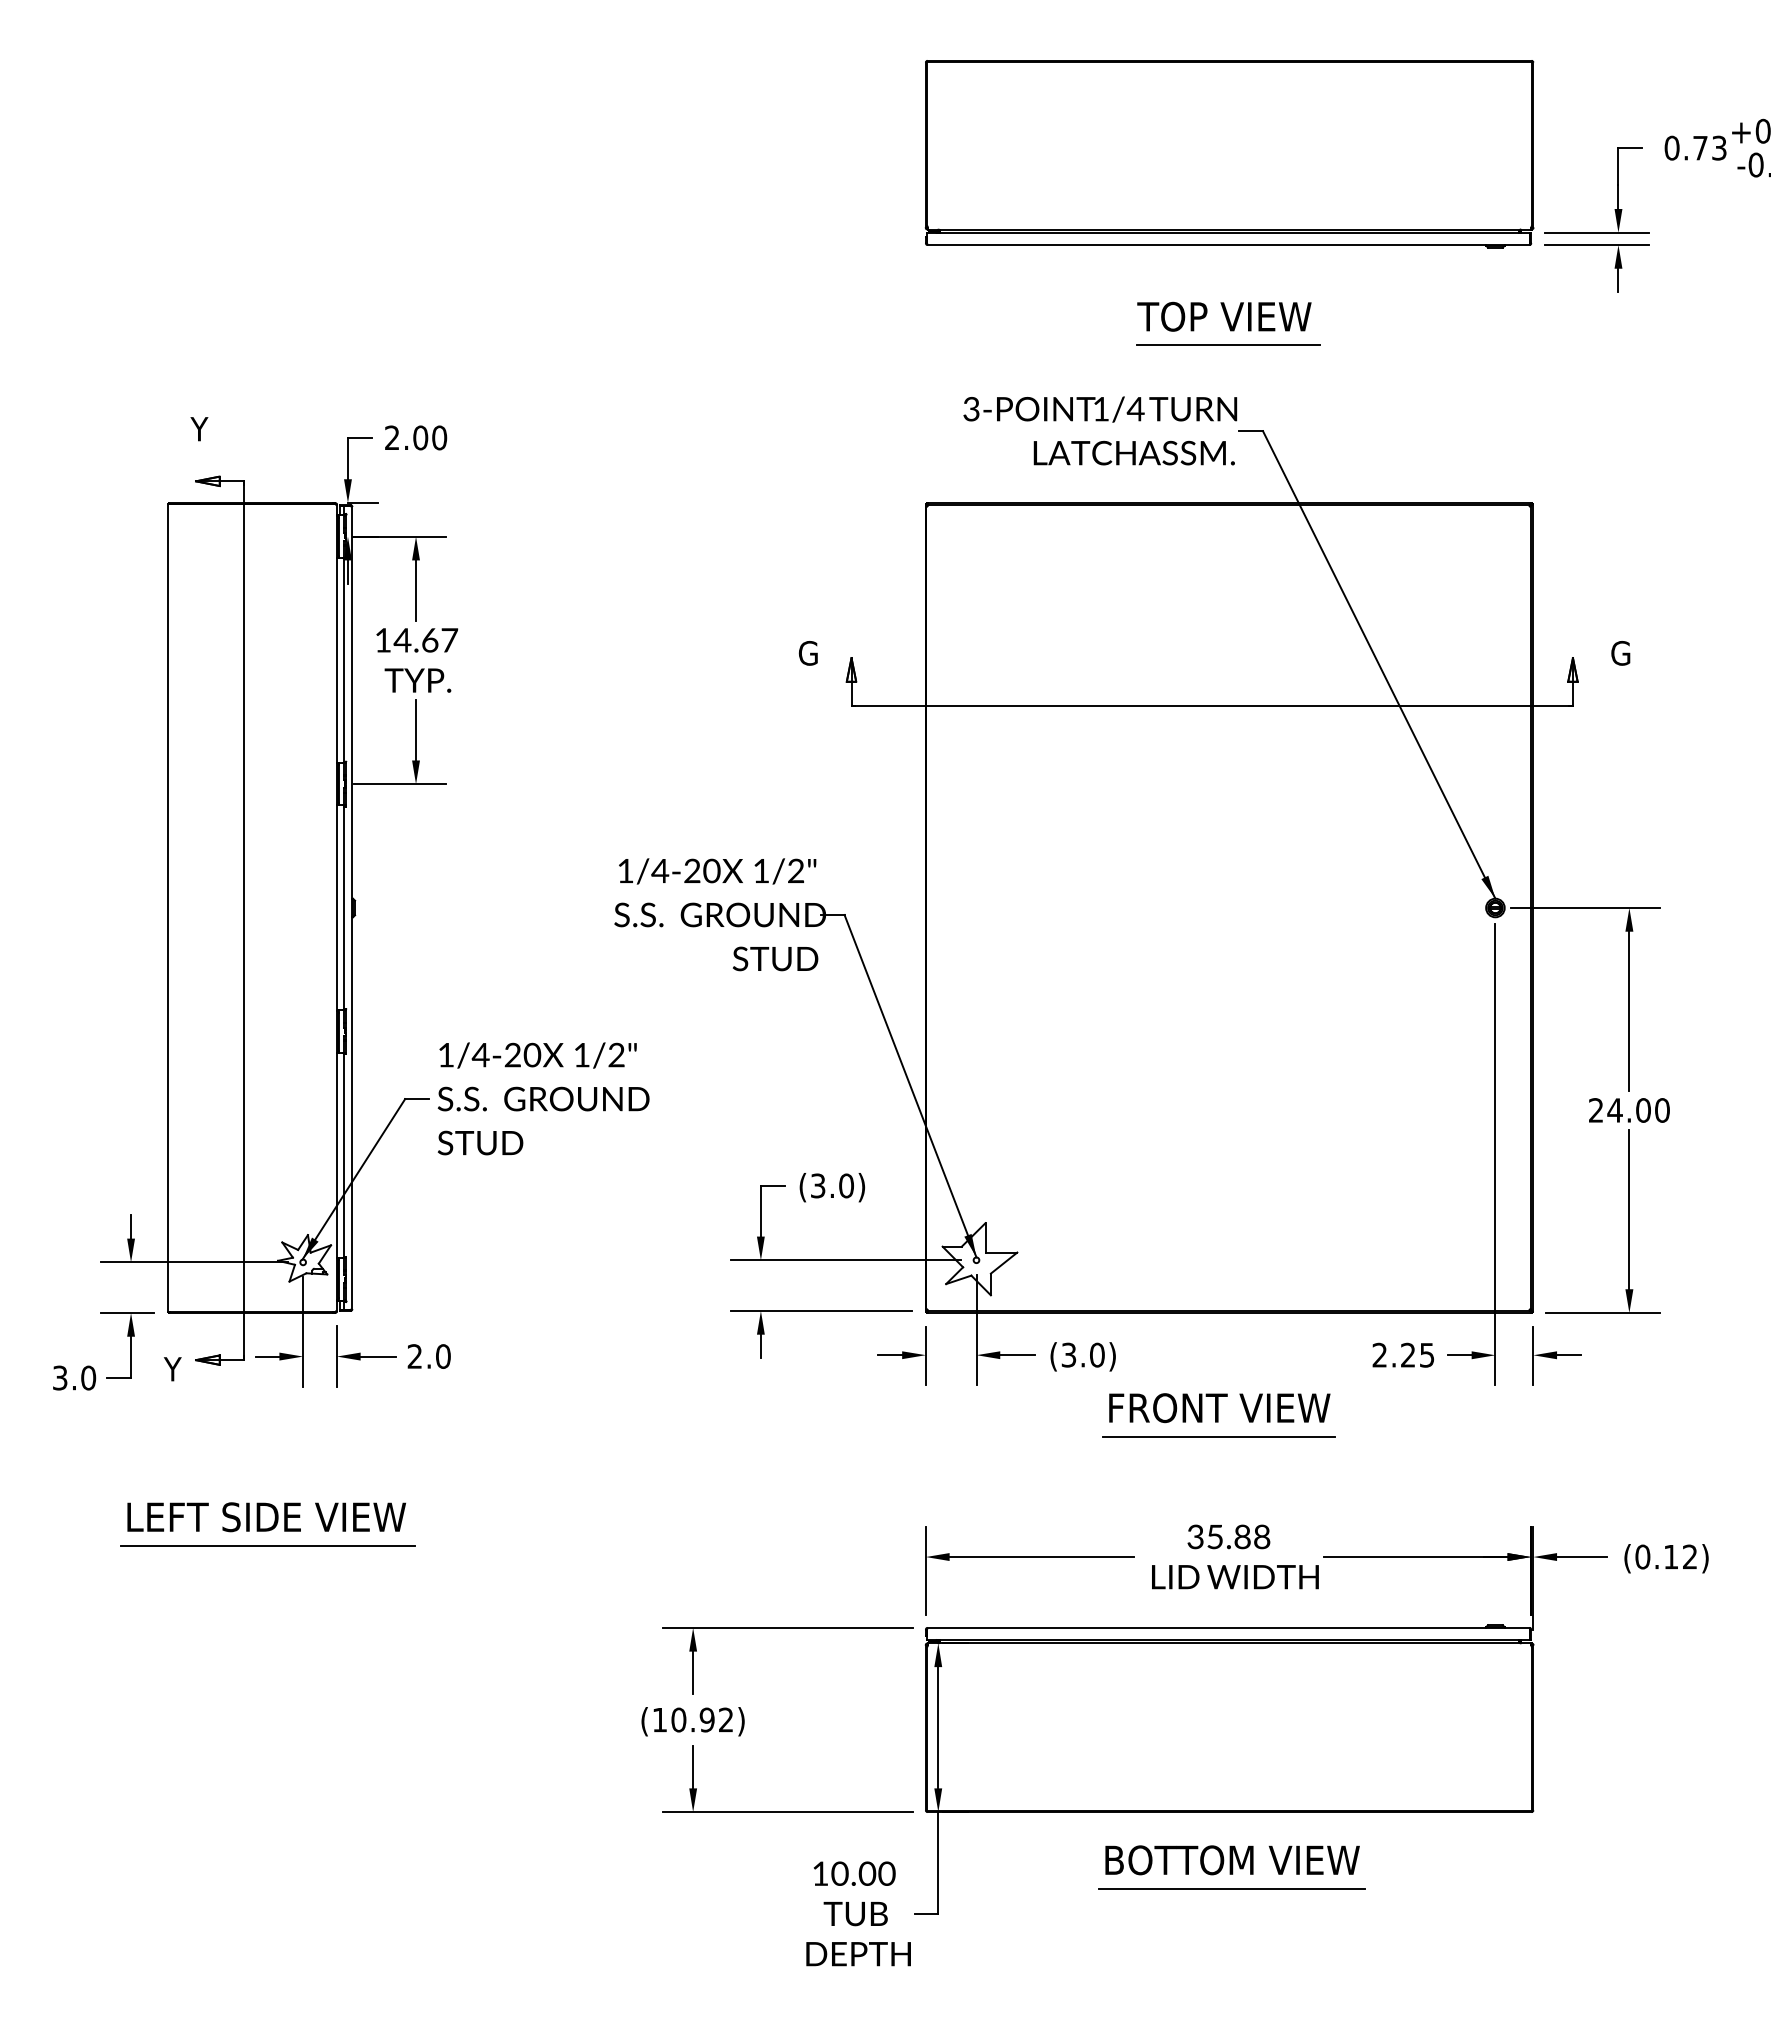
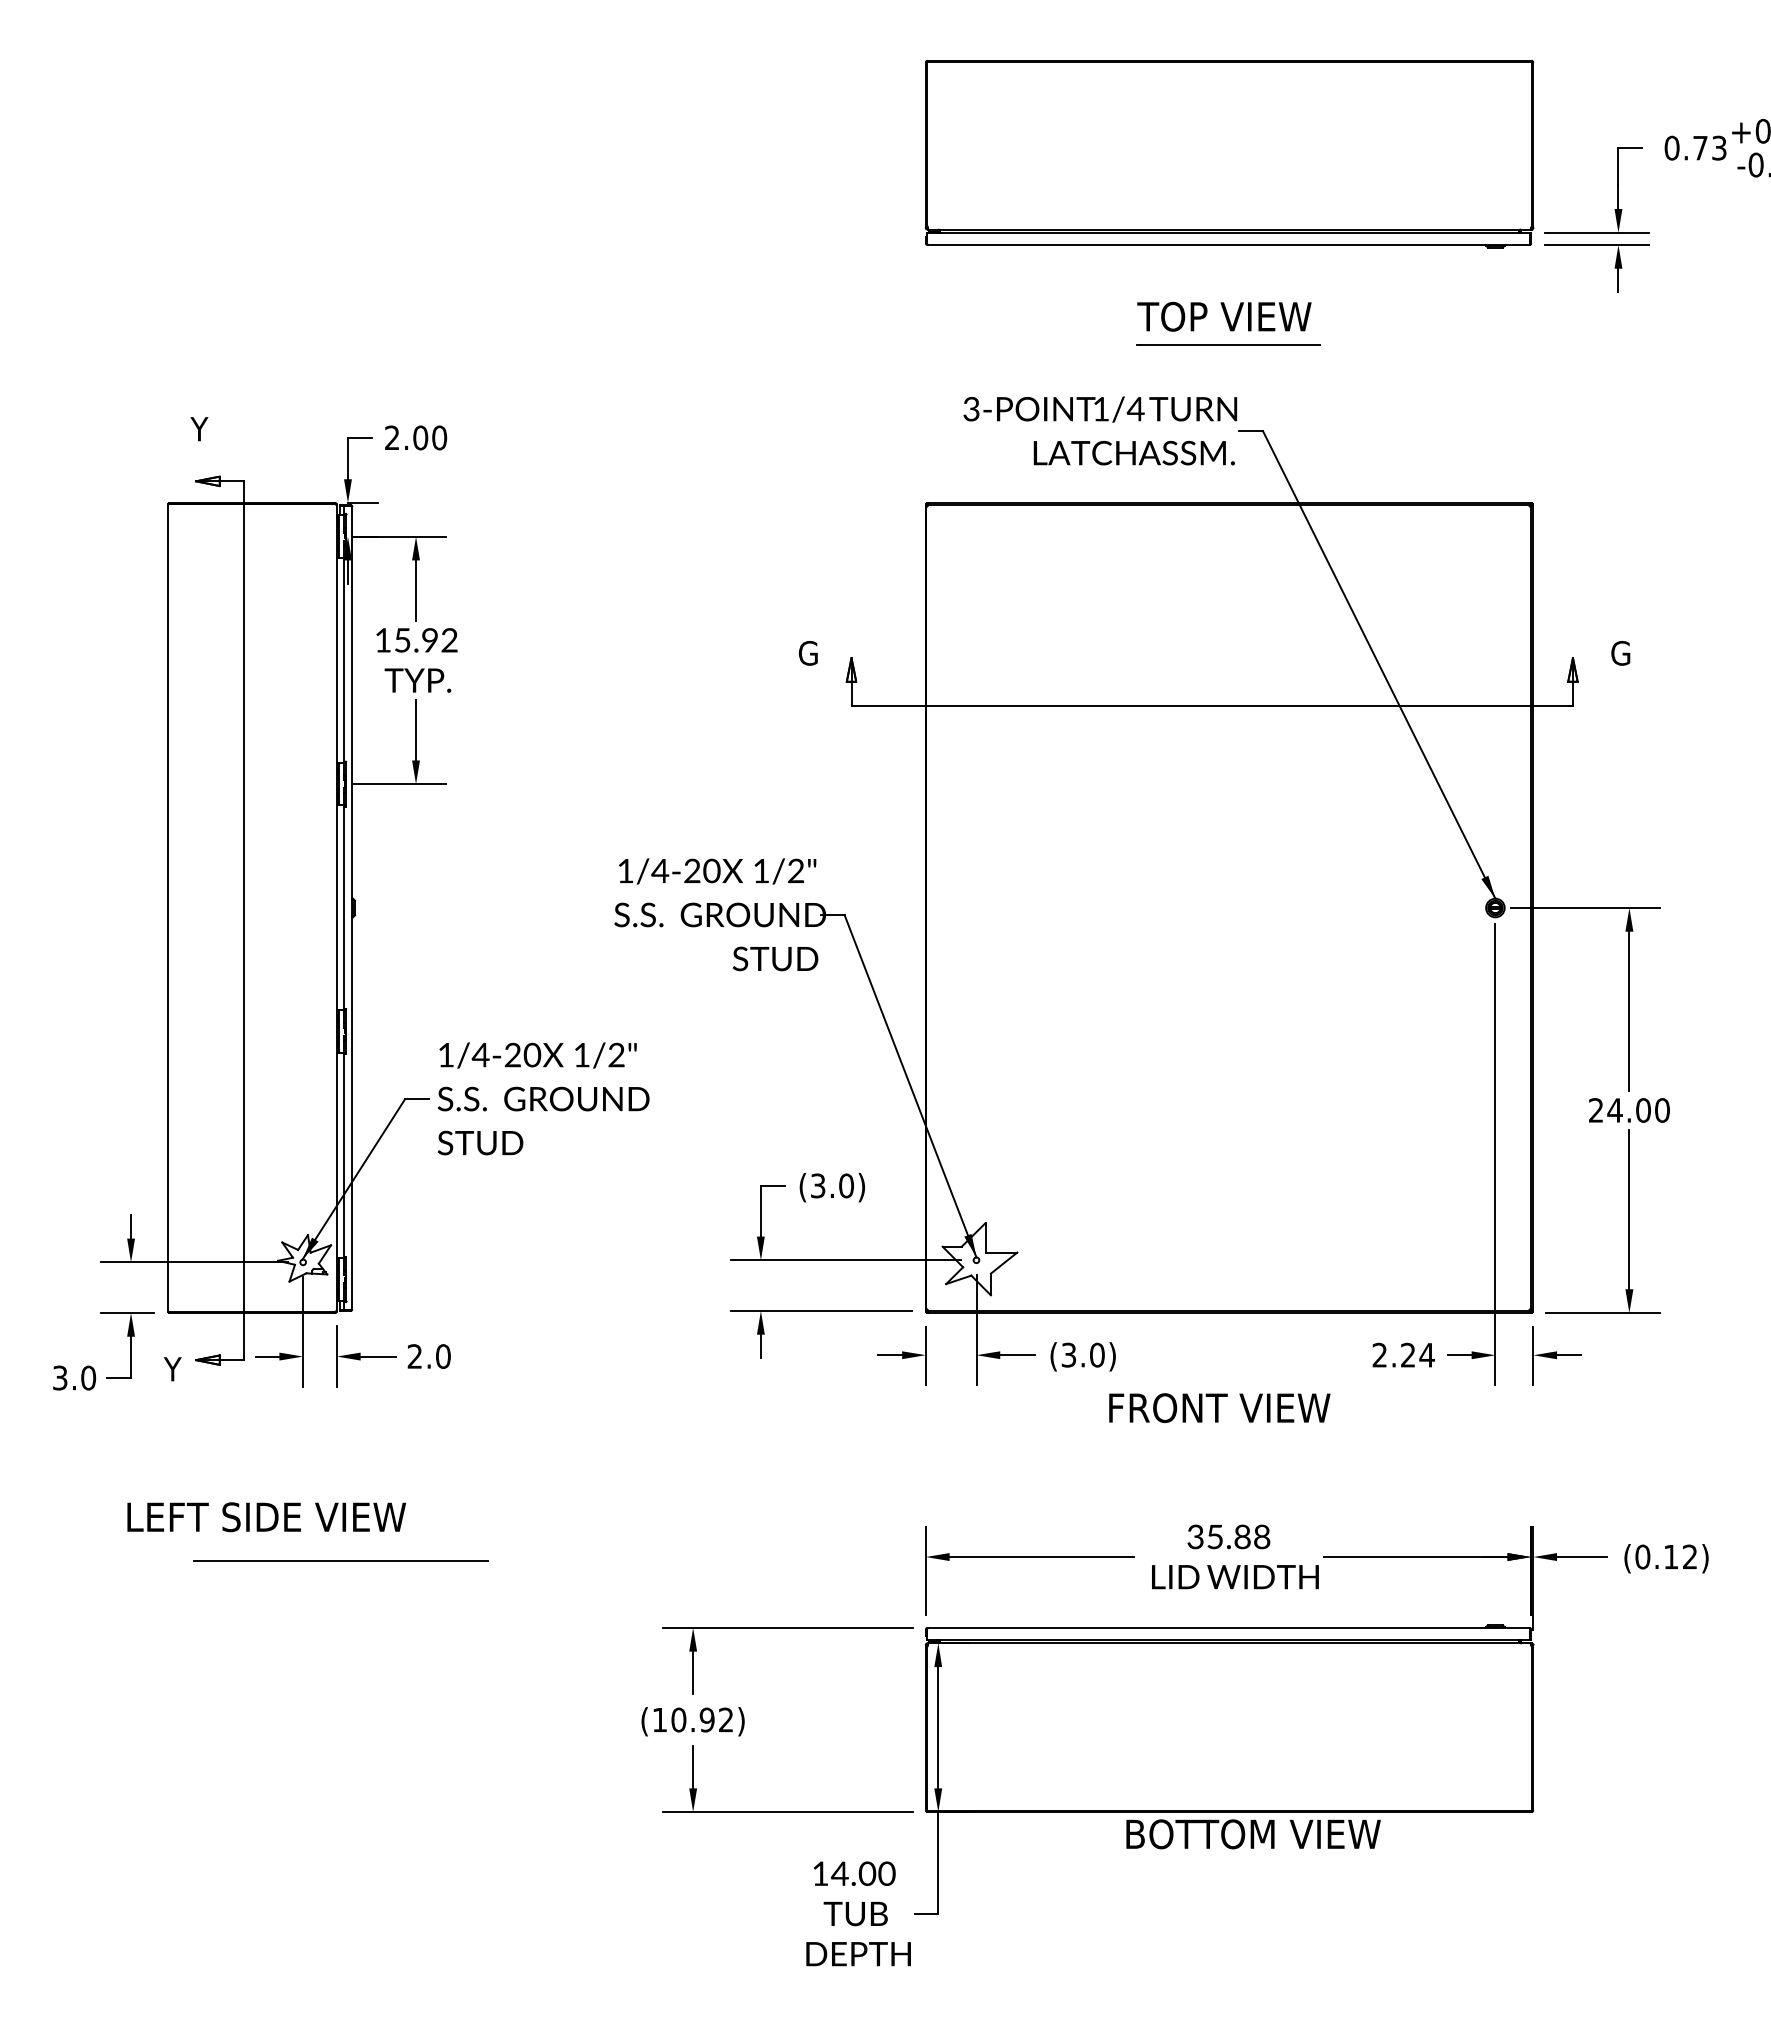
text at (425, 640): 14.67 -> 15.92
text at (1426, 1355): 2.25 -> 2.24
line at (1218, 1436): present -> none
line at (267, 1545) position: (267, 1545) -> (340, 1560)
text at (1232, 1860) position: (1232, 1860) -> (1253, 1834)
text at (839, 1873): 10.00 -> 14.00
line at (1232, 1888): present -> none
